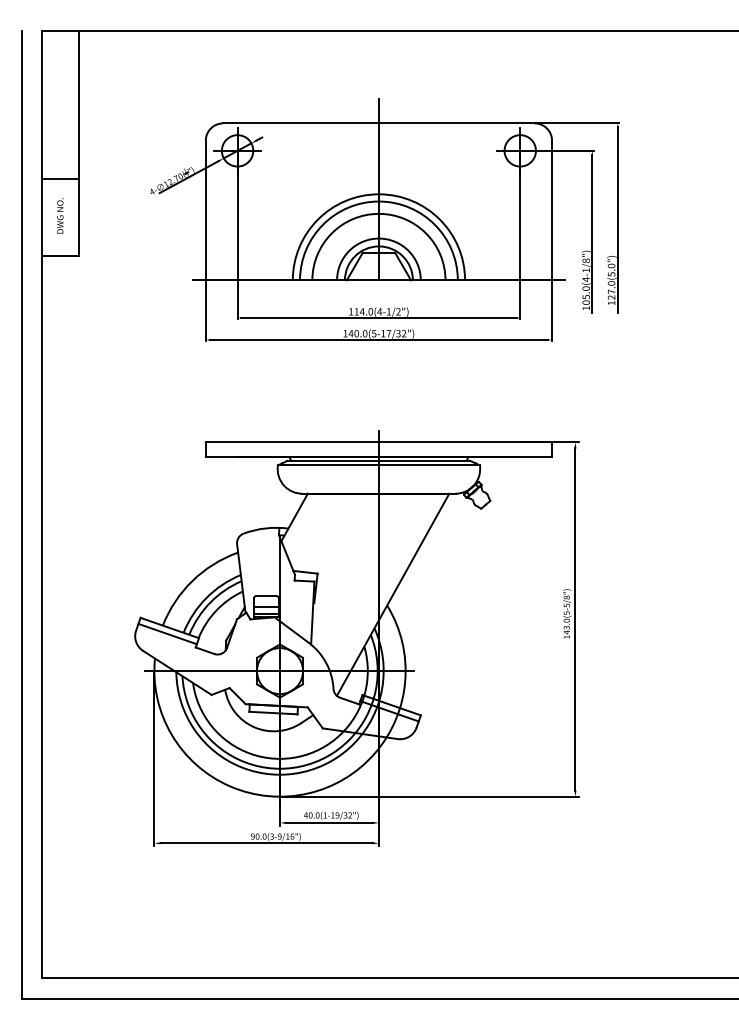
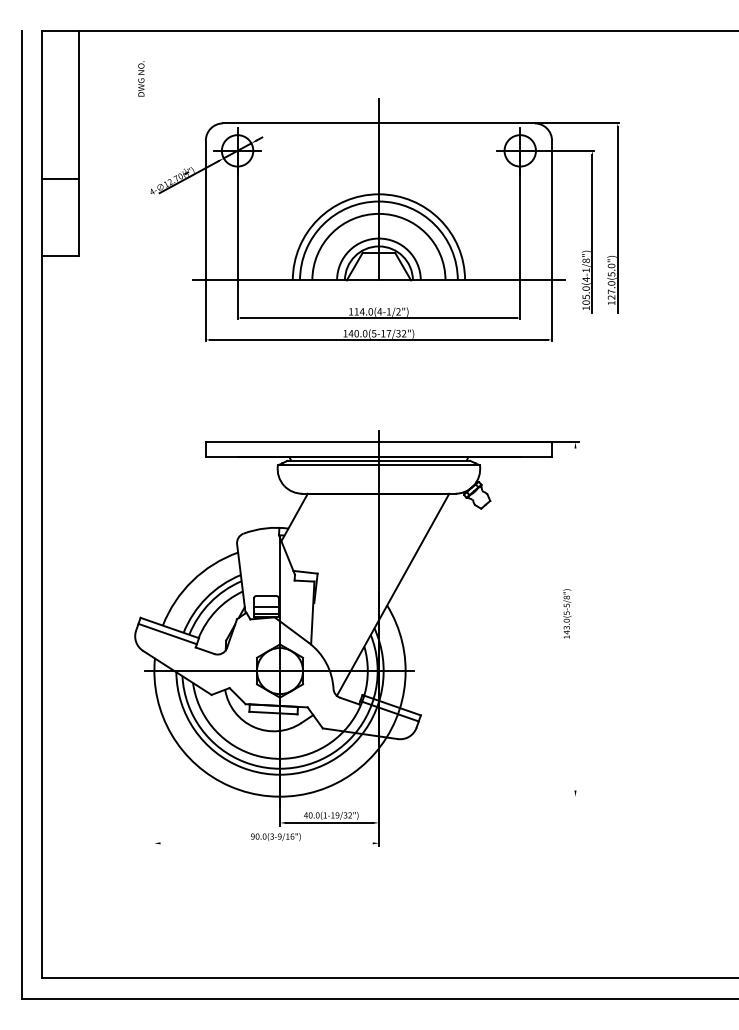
text at (60, 215) position: (60, 215) -> (141, 78)
line at (575, 619): present -> none
line at (154, 759): present -> none
line at (429, 796): present -> none
line at (266, 843): present -> none
